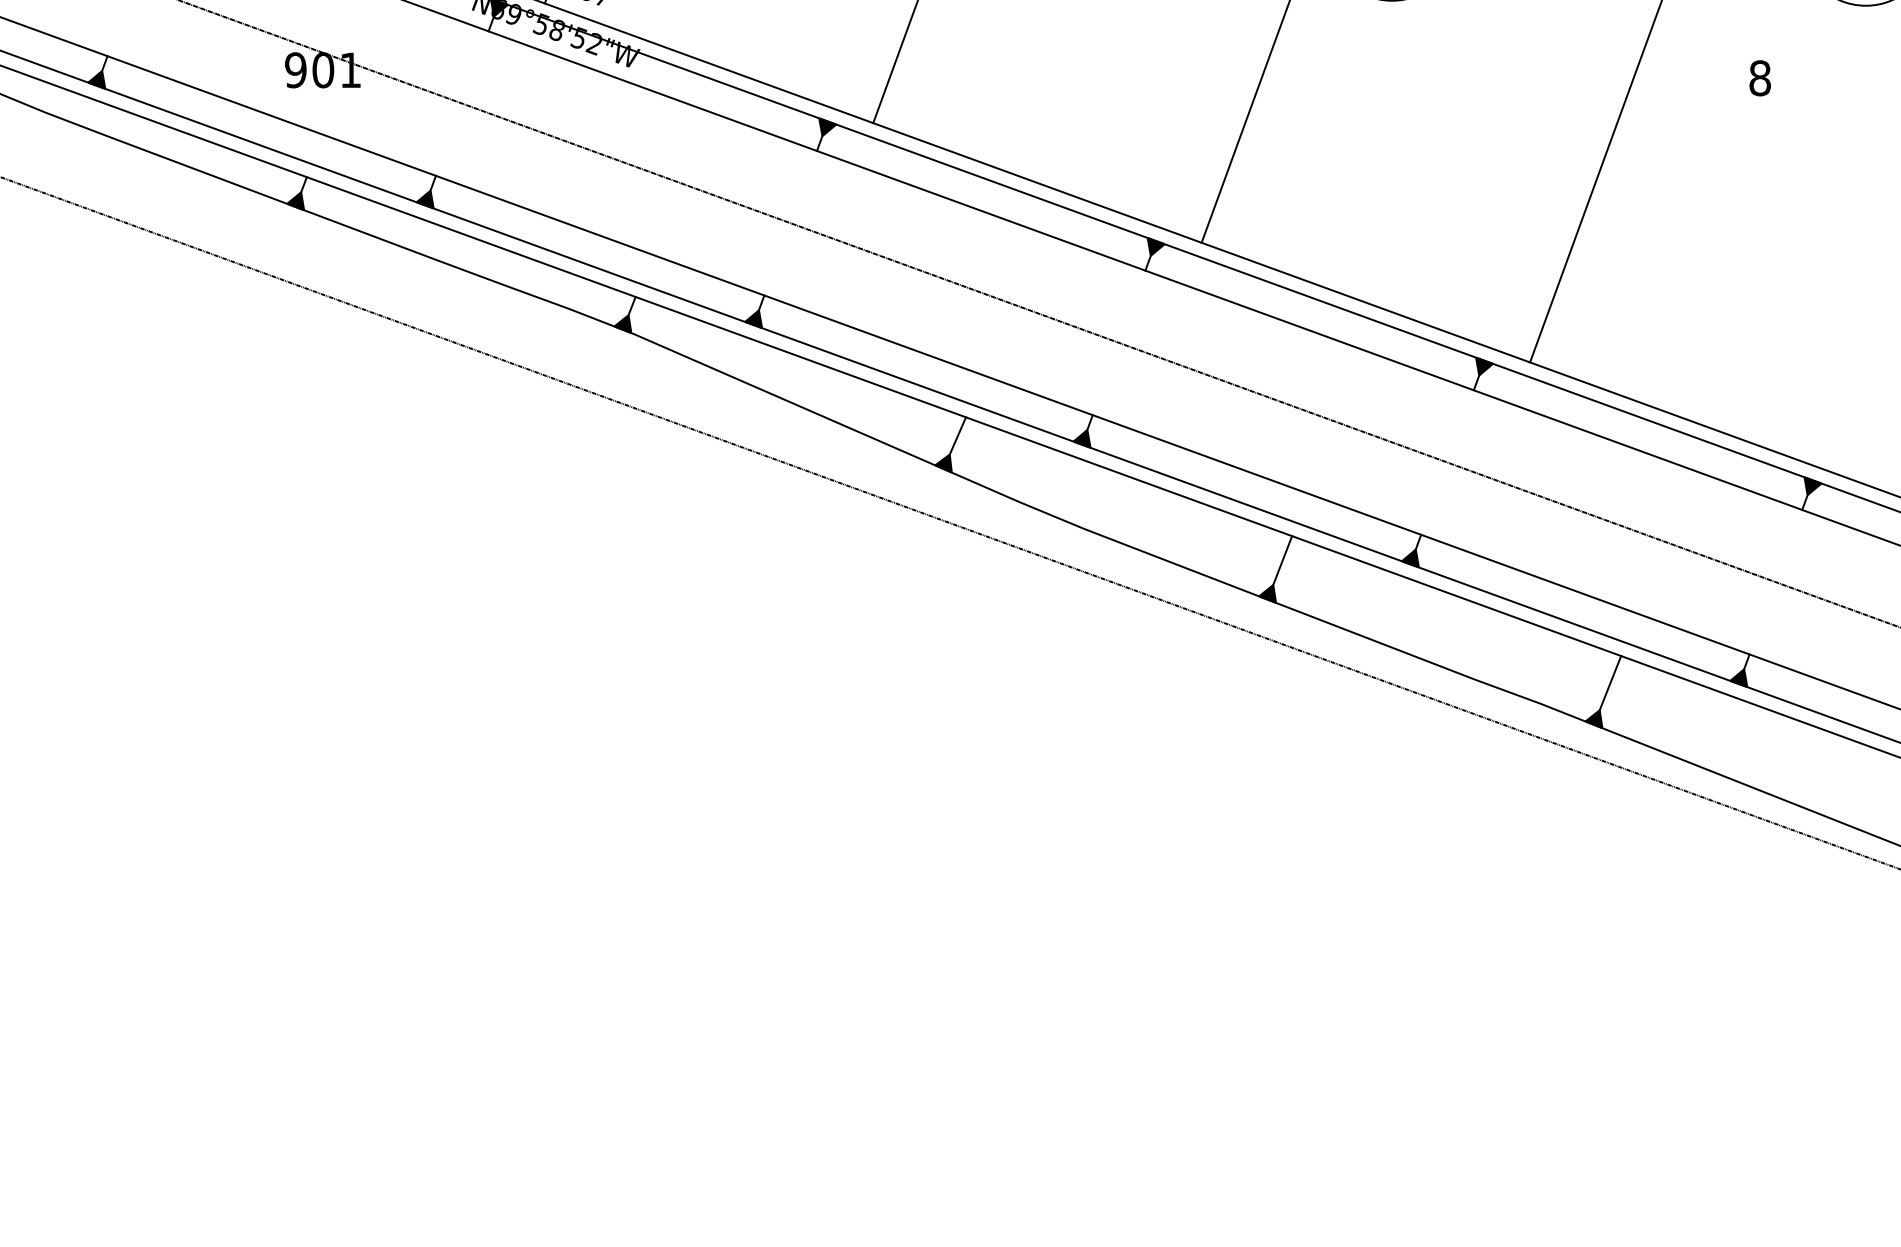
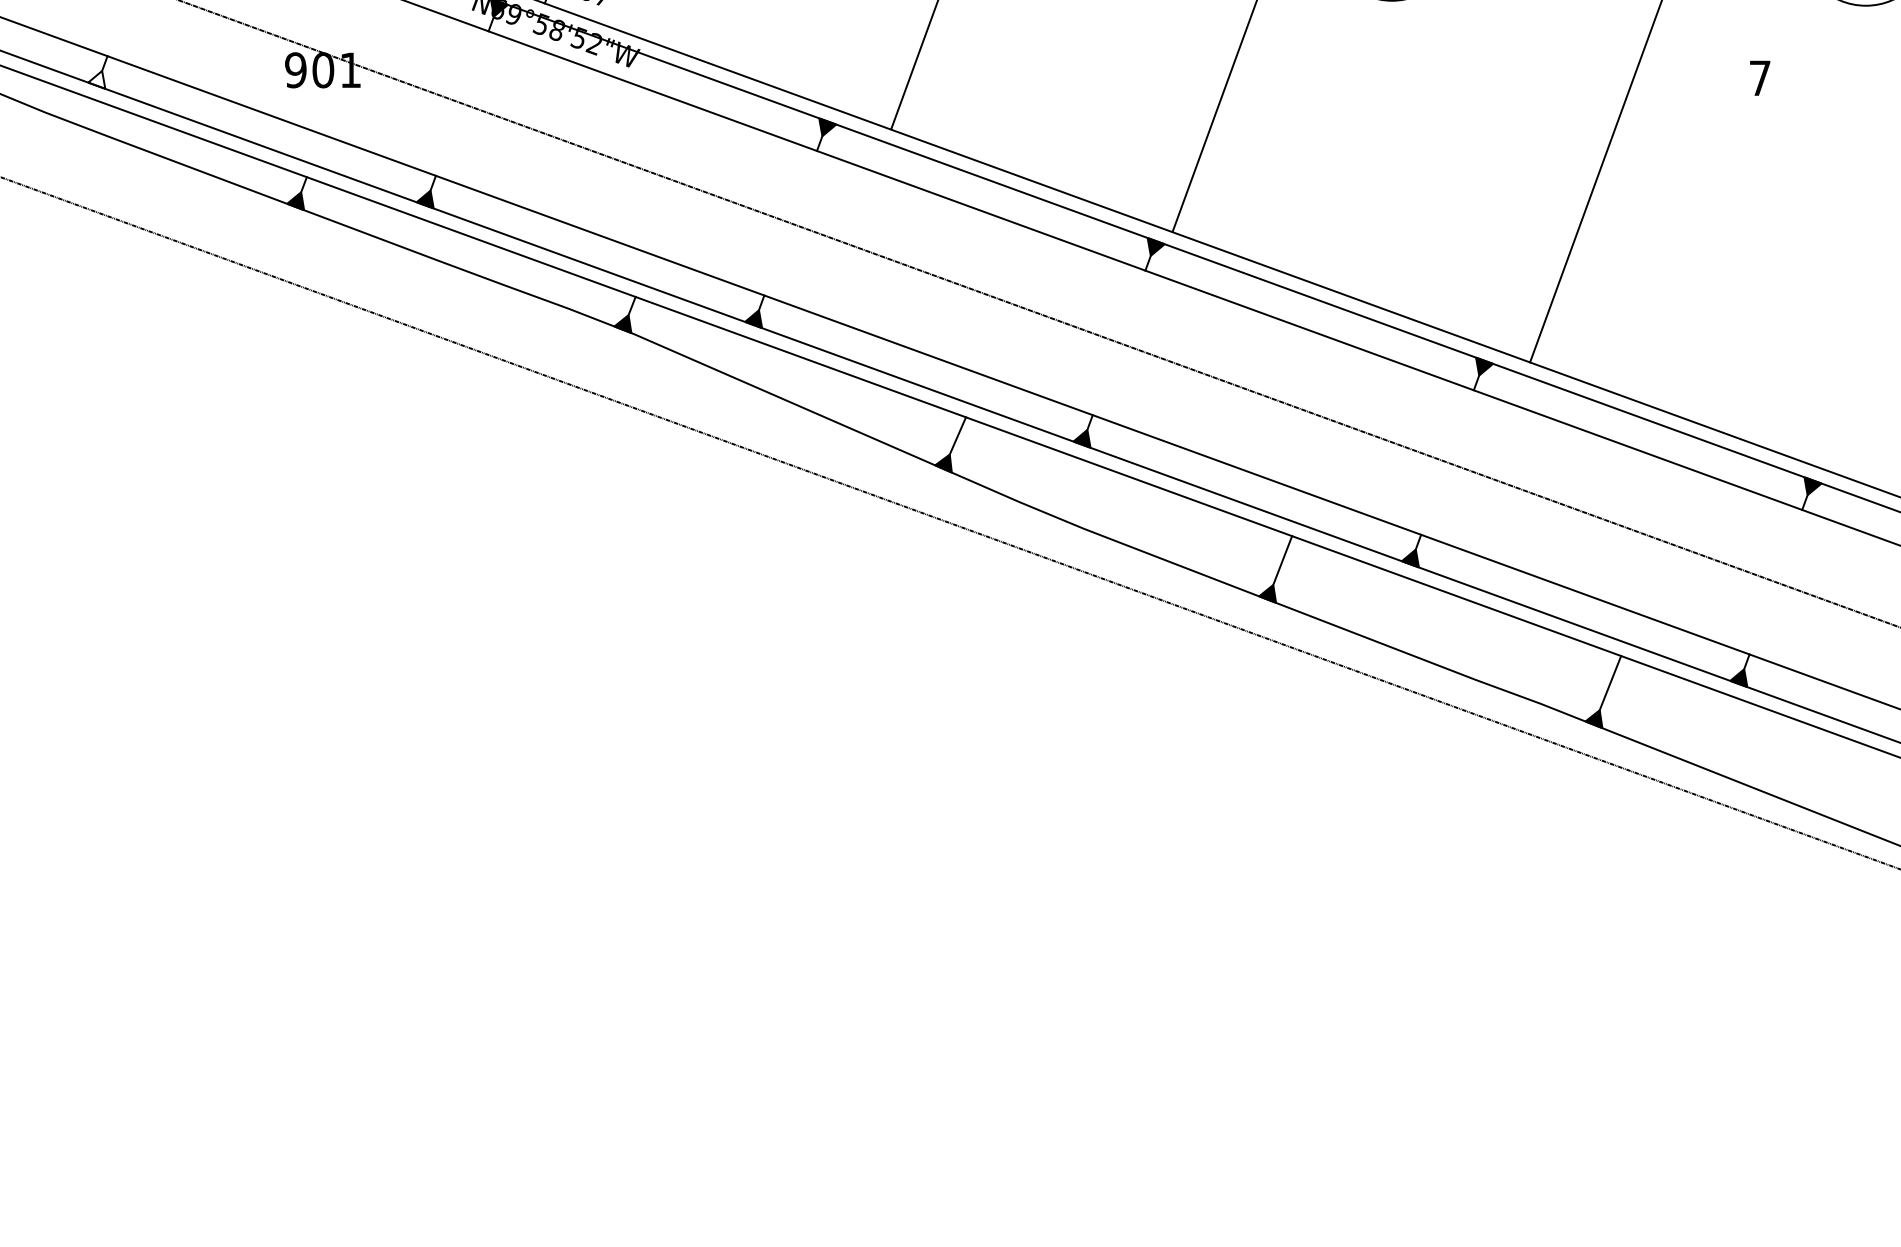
line at (895, 62) position: (895, 62) -> (914, 65)
text at (1759, 78): 8 -> 7
fill at (96, 79): present -> none
line at (1245, 122) position: (1245, 122) -> (1214, 116)
